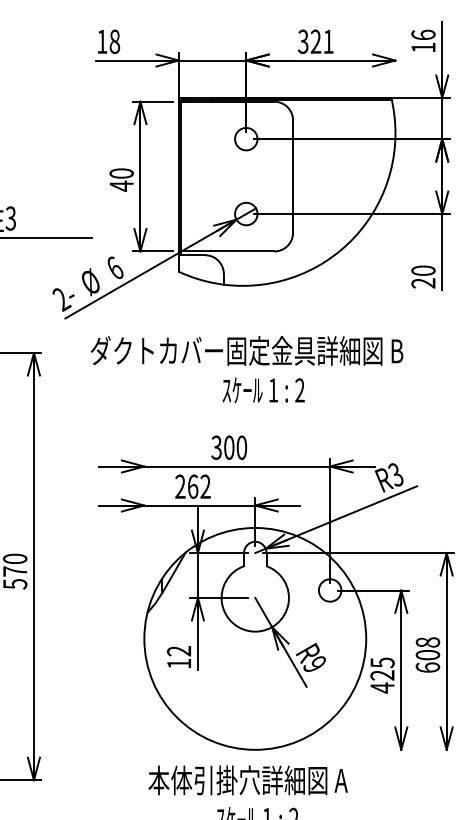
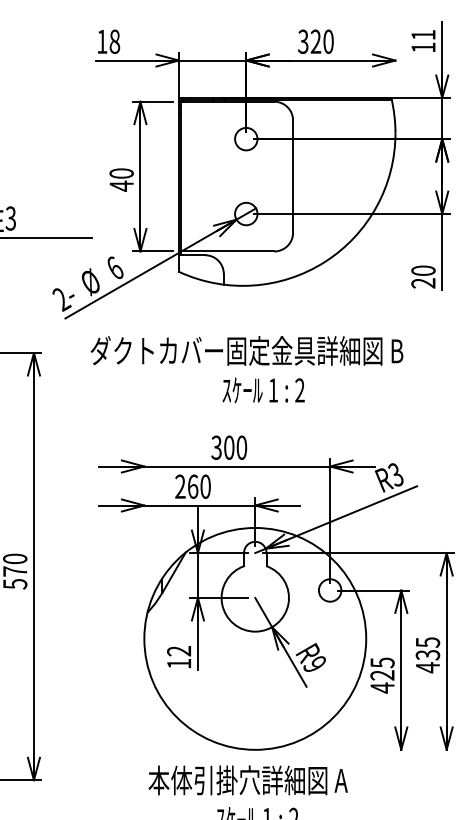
text at (423, 34): 16 -> 11
text at (328, 41): 321 -> 320
text at (205, 486): 262 -> 260
text at (427, 655): 608 -> 435
